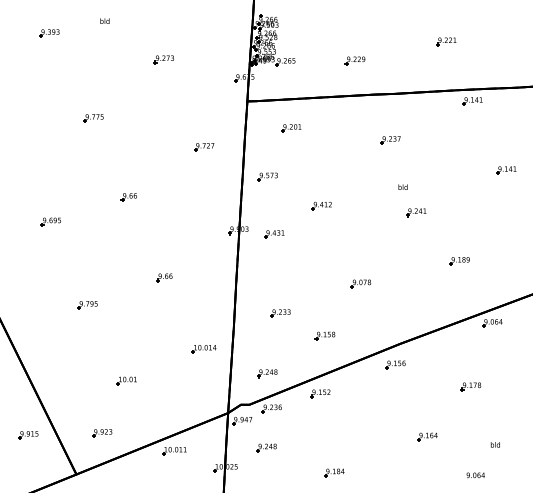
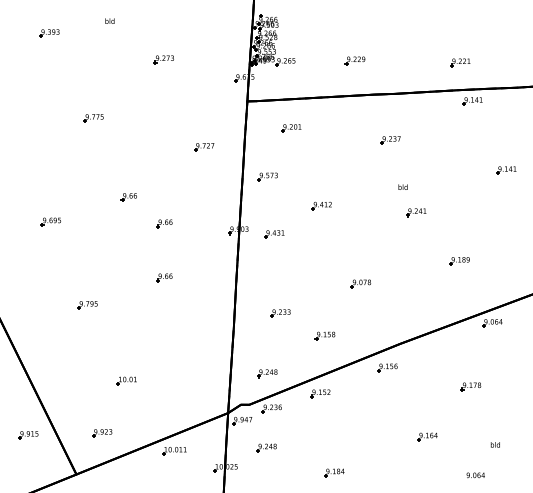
text at (104, 20) position: (104, 20) -> (109, 20)
part at (446, 41) position: (446, 41) -> (460, 62)
part at (164, 223): none -> present
part at (203, 349): present -> none
part at (395, 364) position: (395, 364) -> (387, 367)
